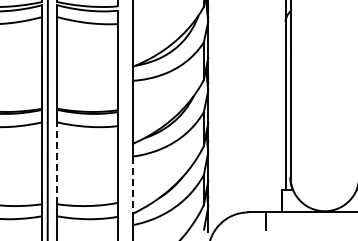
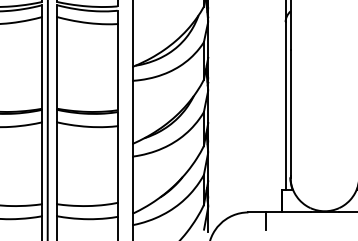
line at (57, 163): dashed -> solid
line at (133, 185): dashed -> solid
